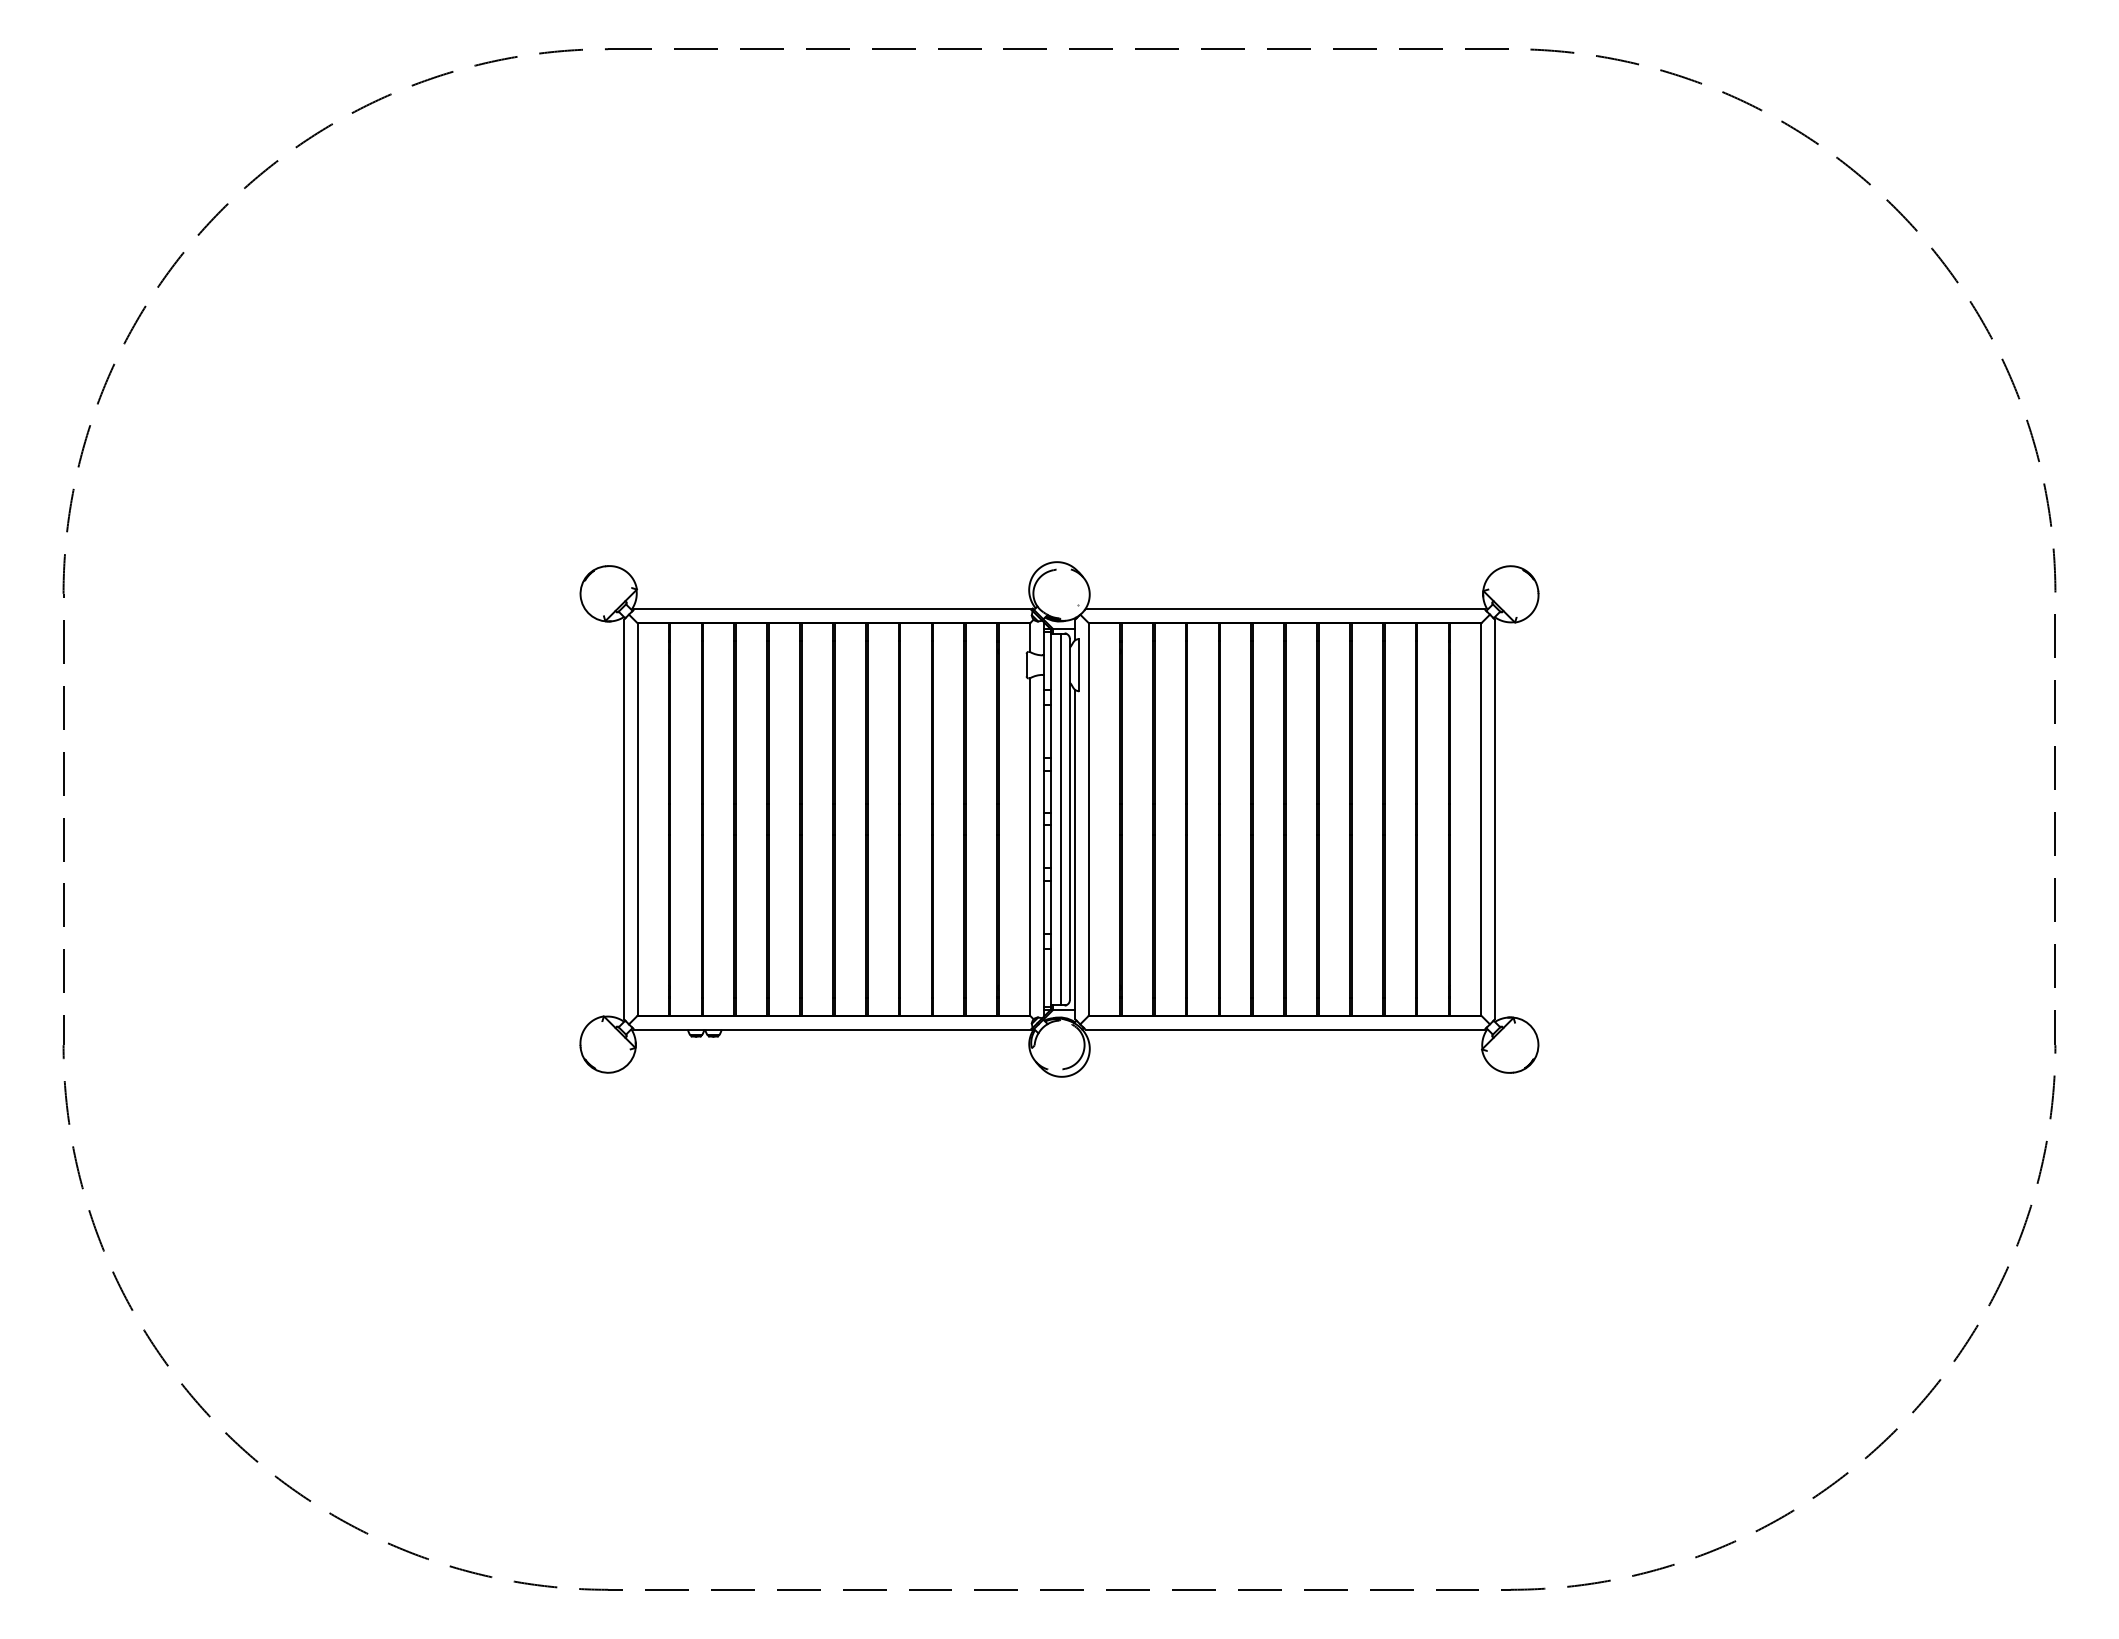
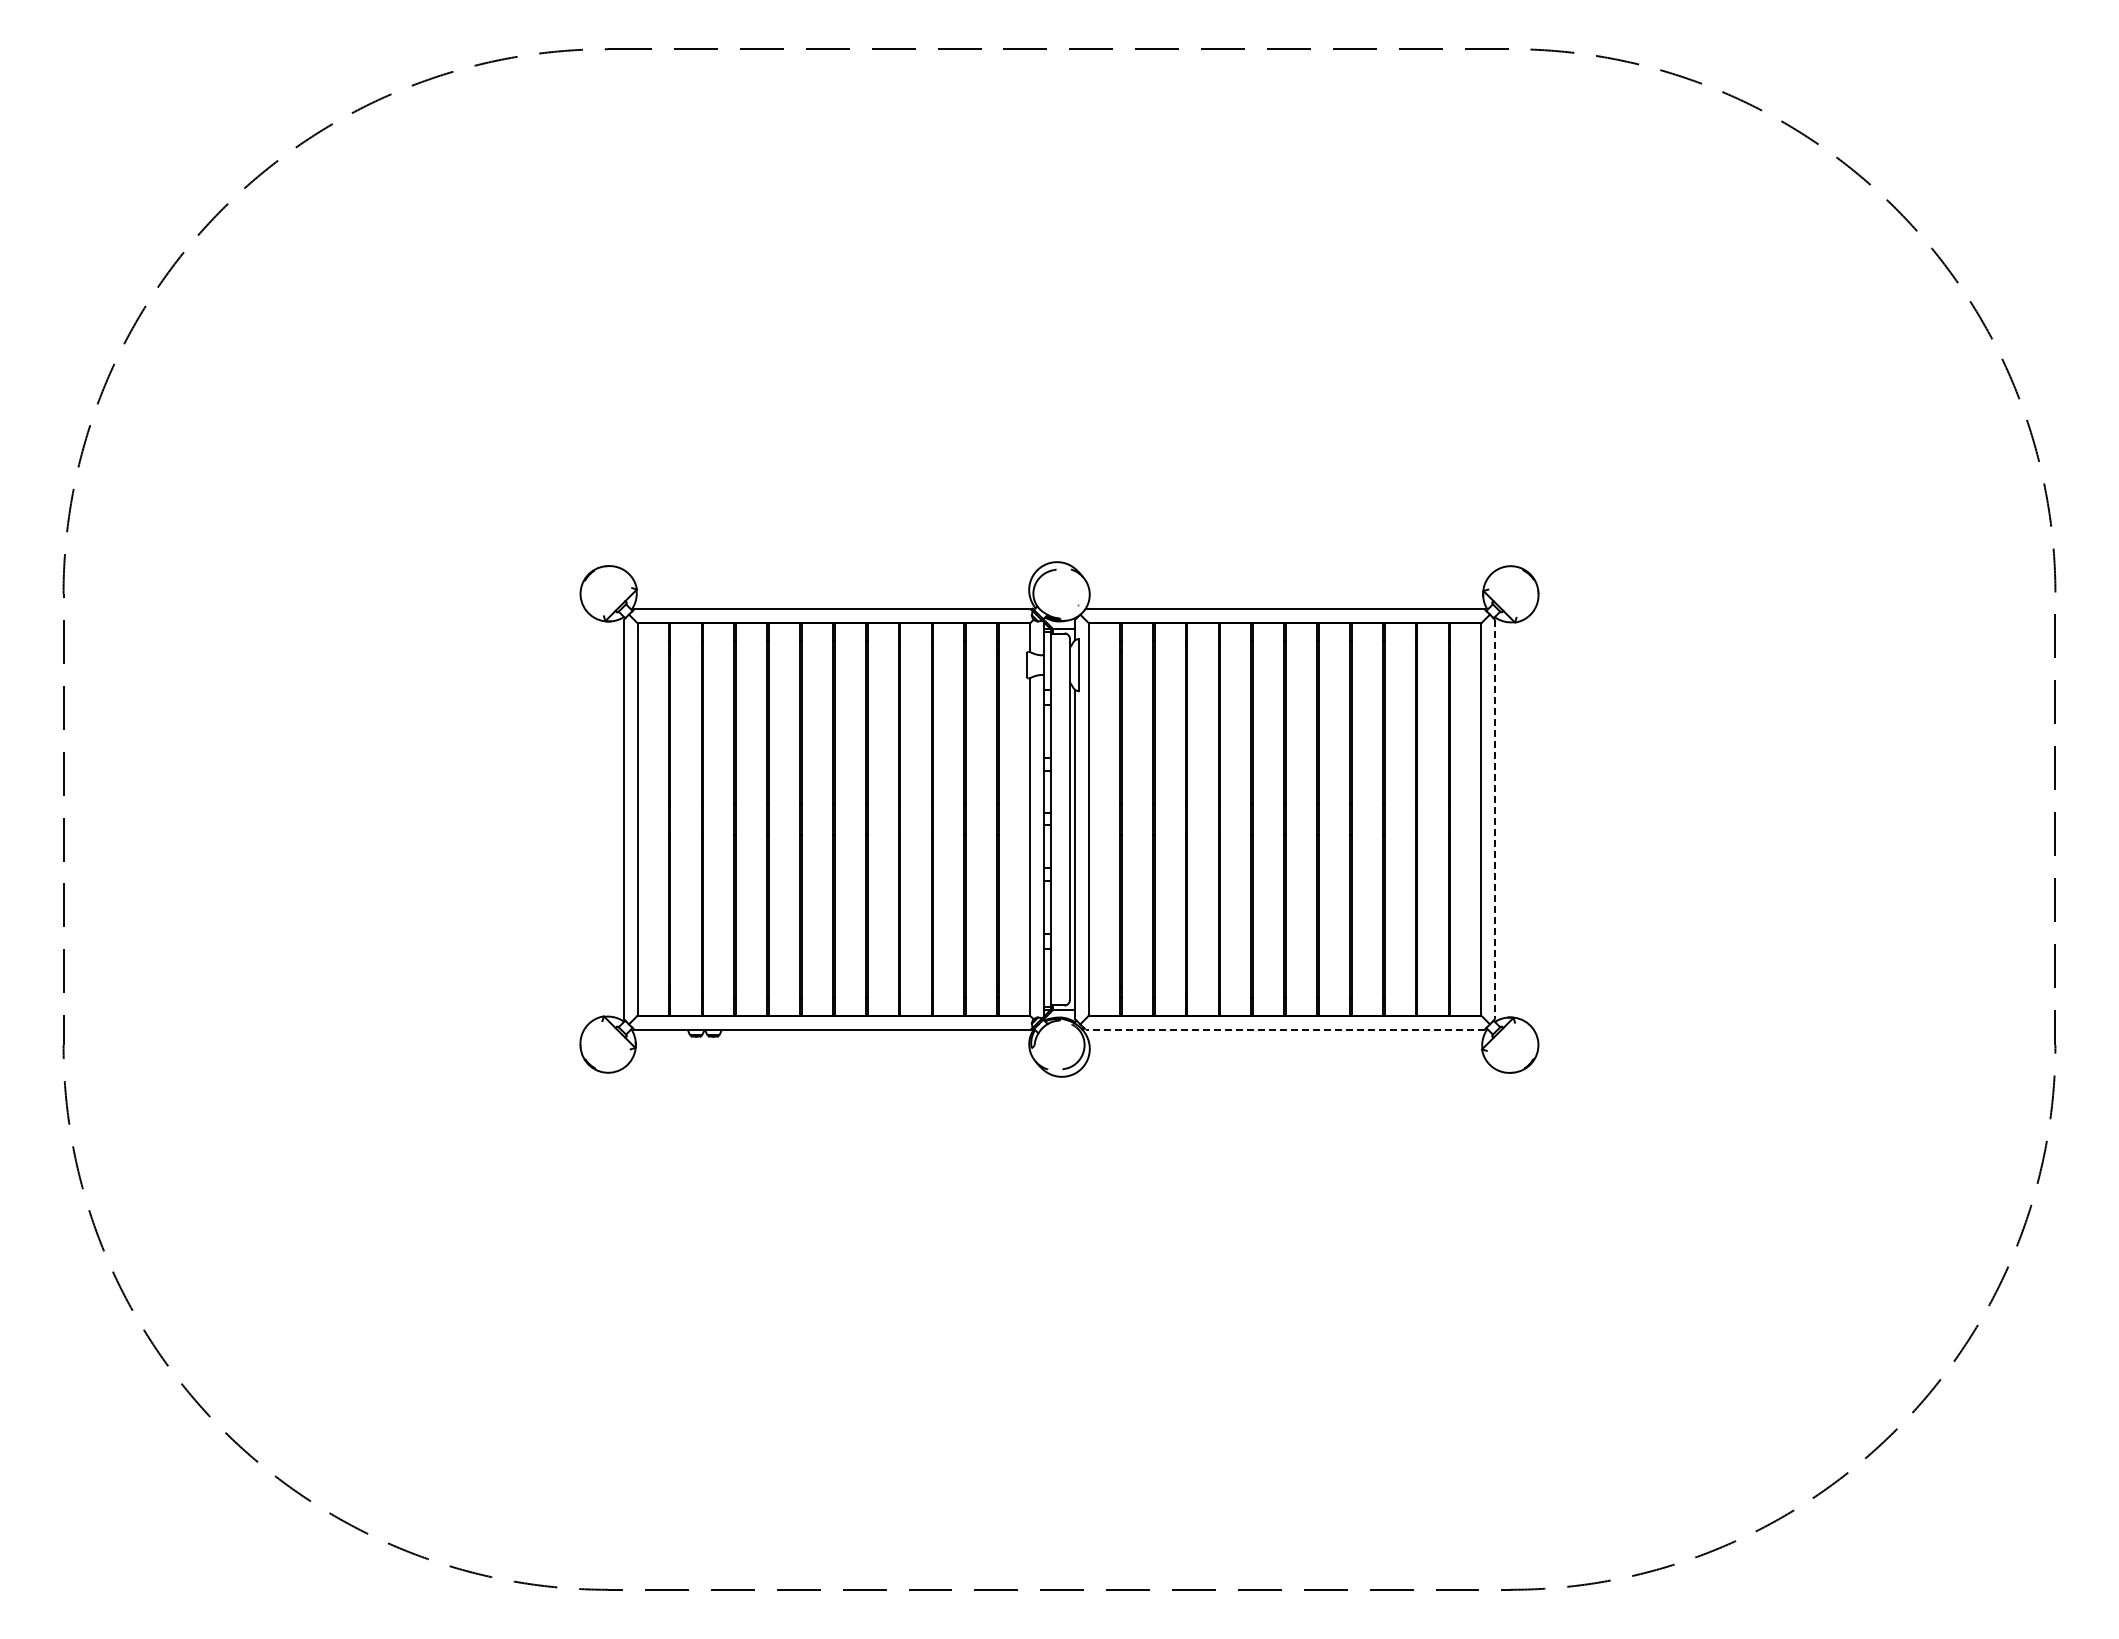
line at (1060, 819): present -> none
line at (1495, 819): solid -> dashed
line at (1285, 1029): solid -> dashed
